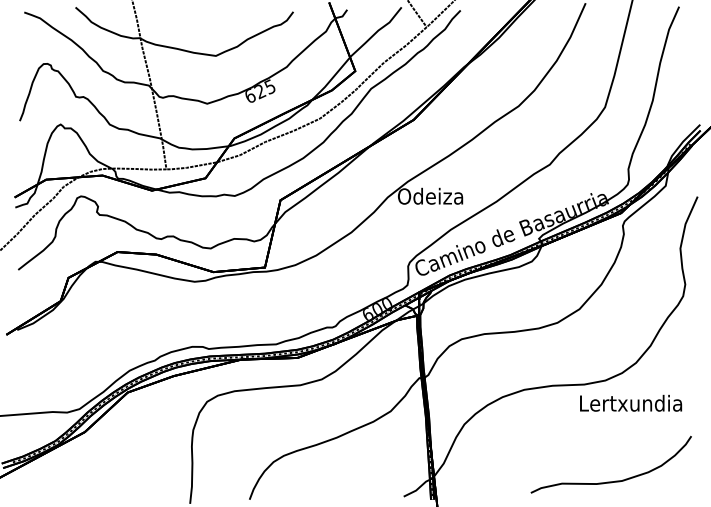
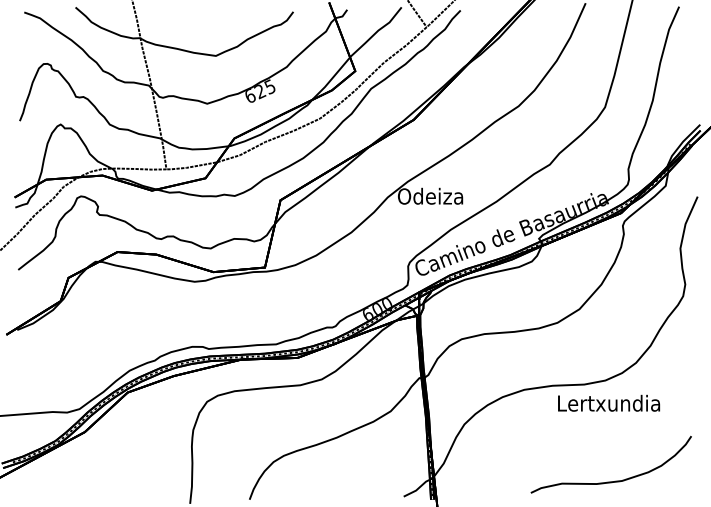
text at (631, 402) position: (631, 402) -> (609, 402)
